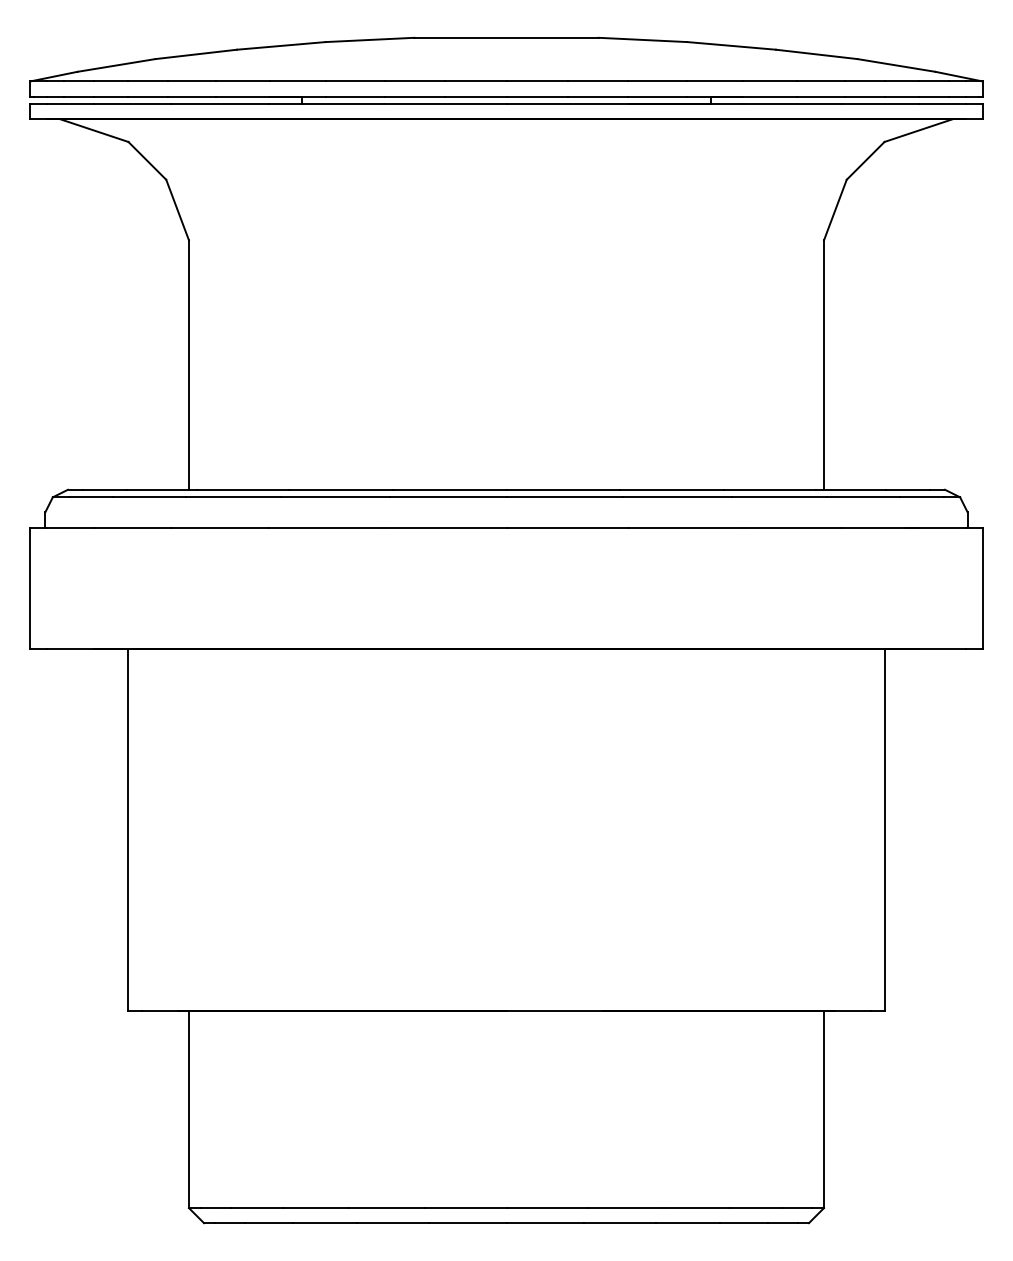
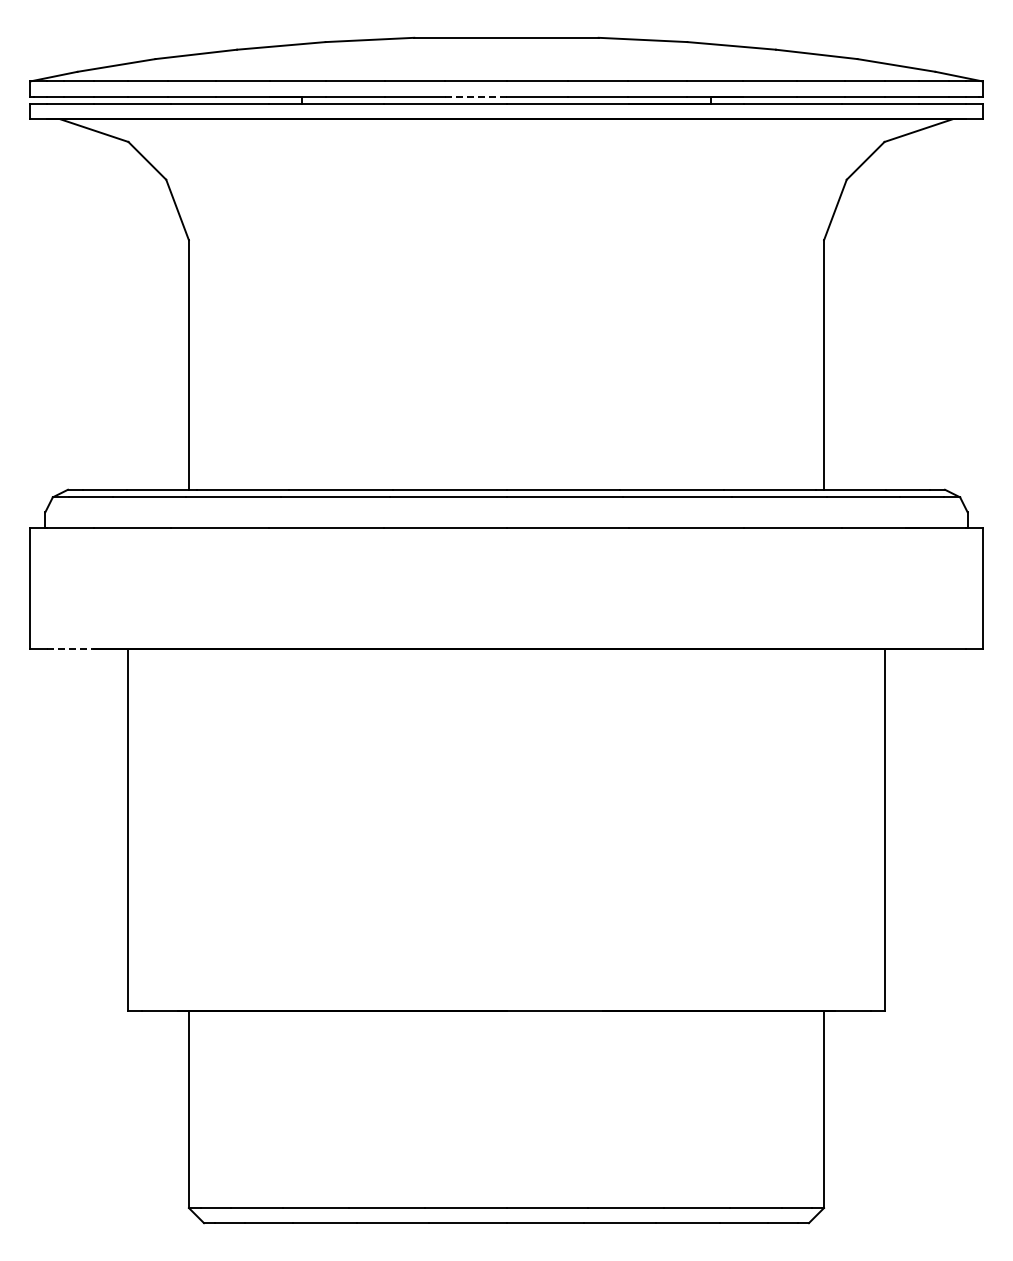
line at (475, 96): solid -> dashed
line at (70, 648): solid -> dashed
